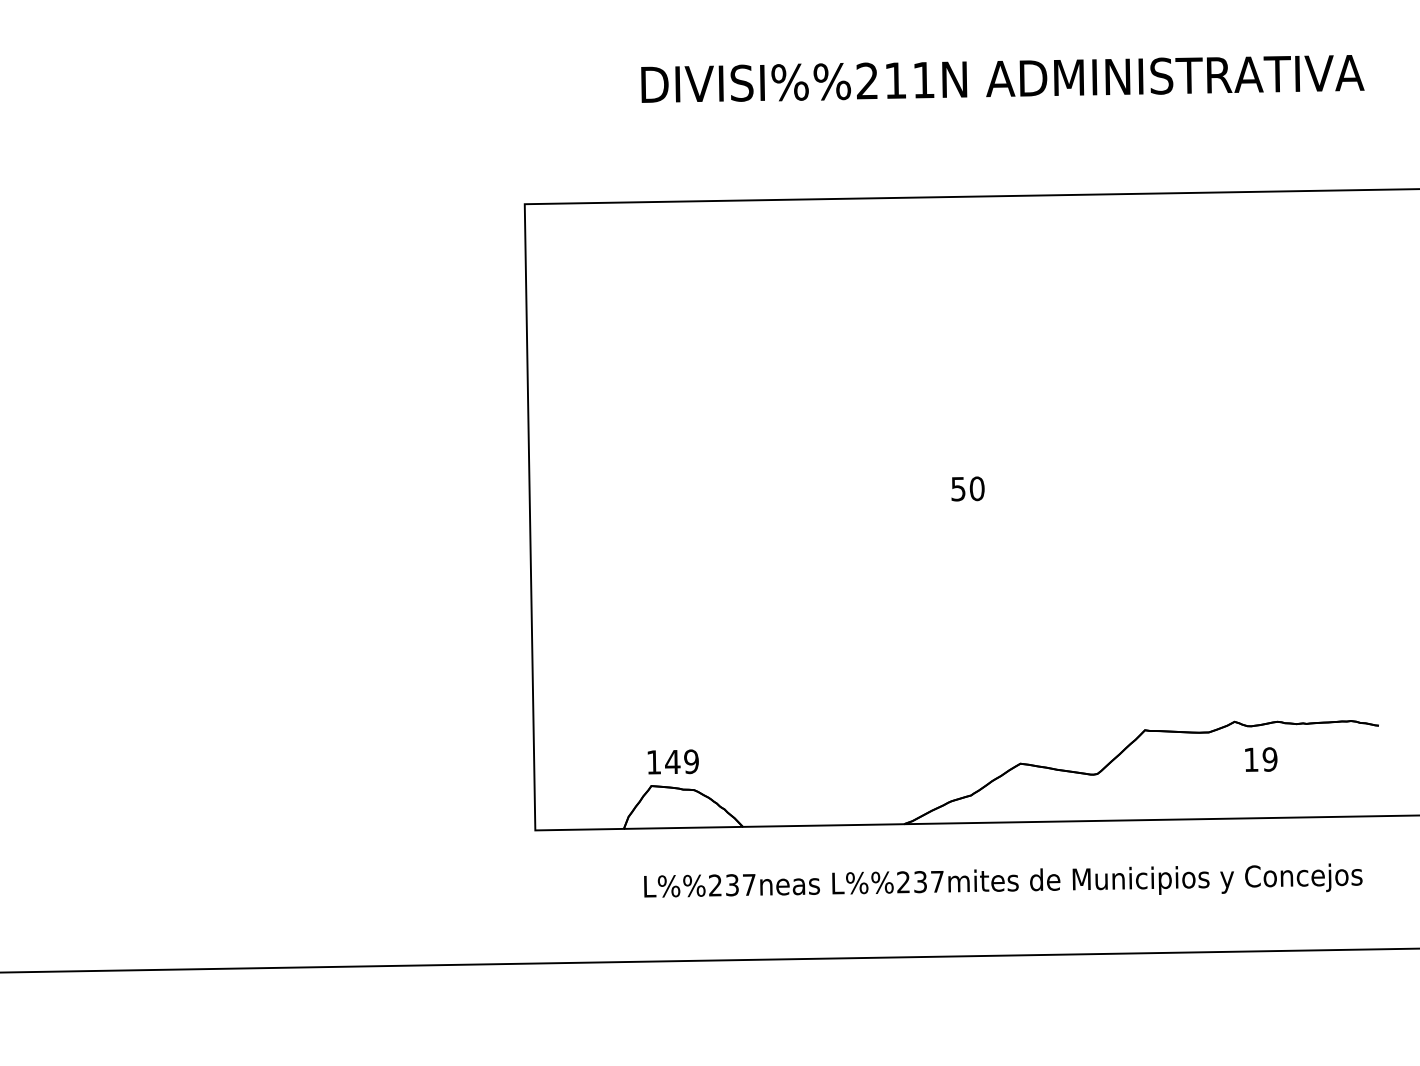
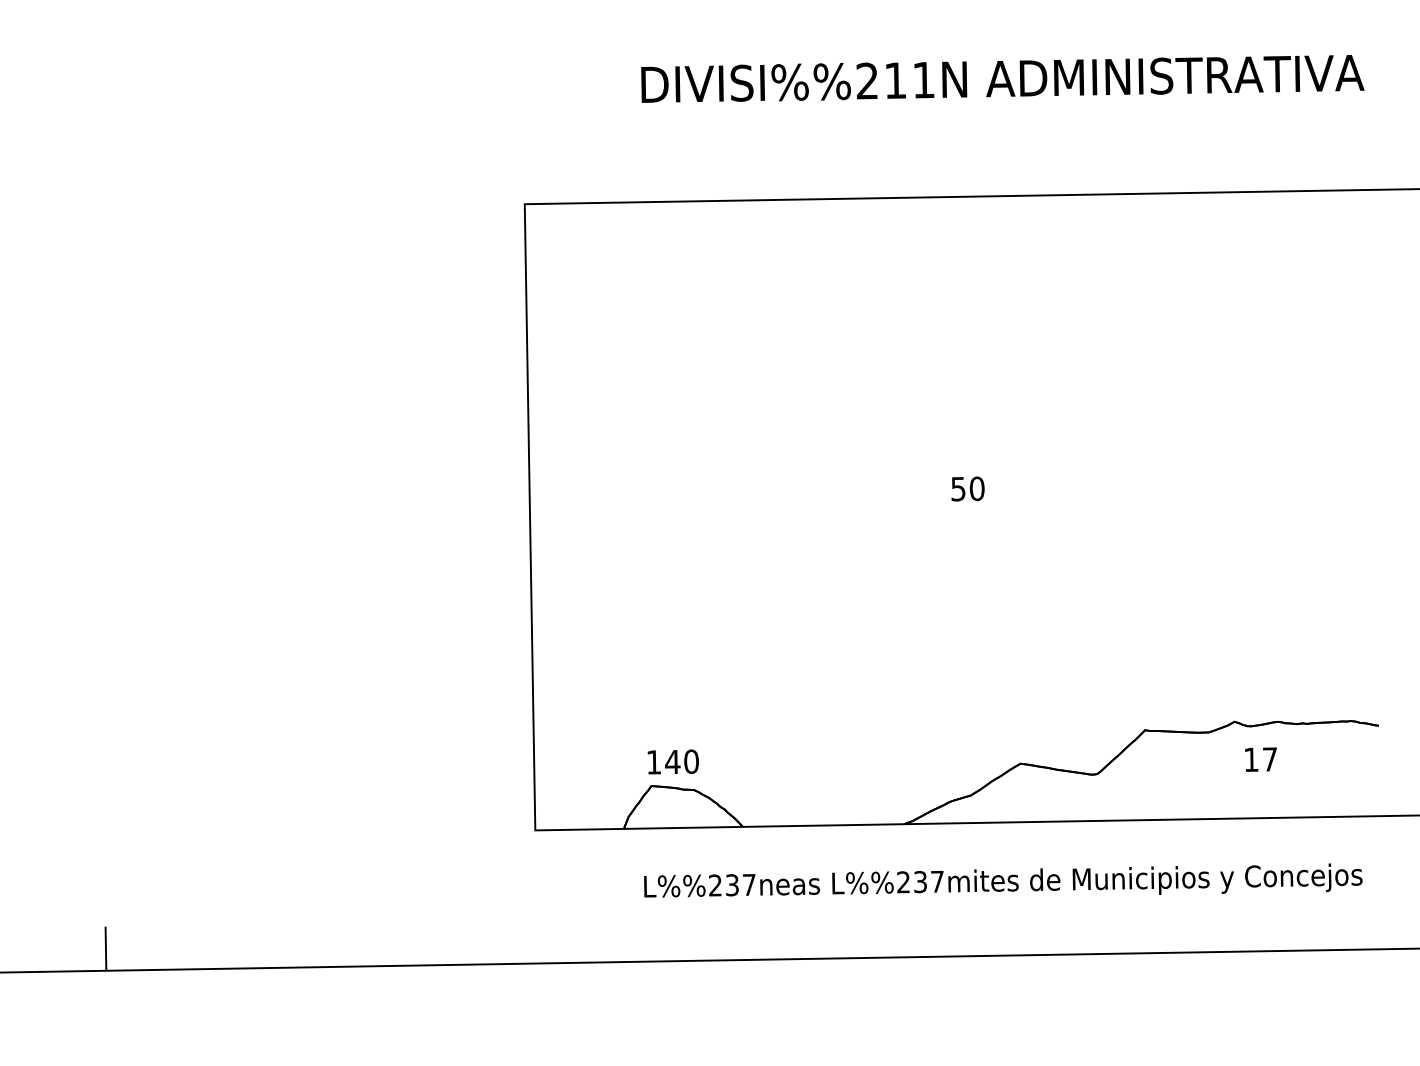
text at (1269, 759): 19 -> 17
text at (691, 761): 149 -> 140
line at (105, 948): none -> present
